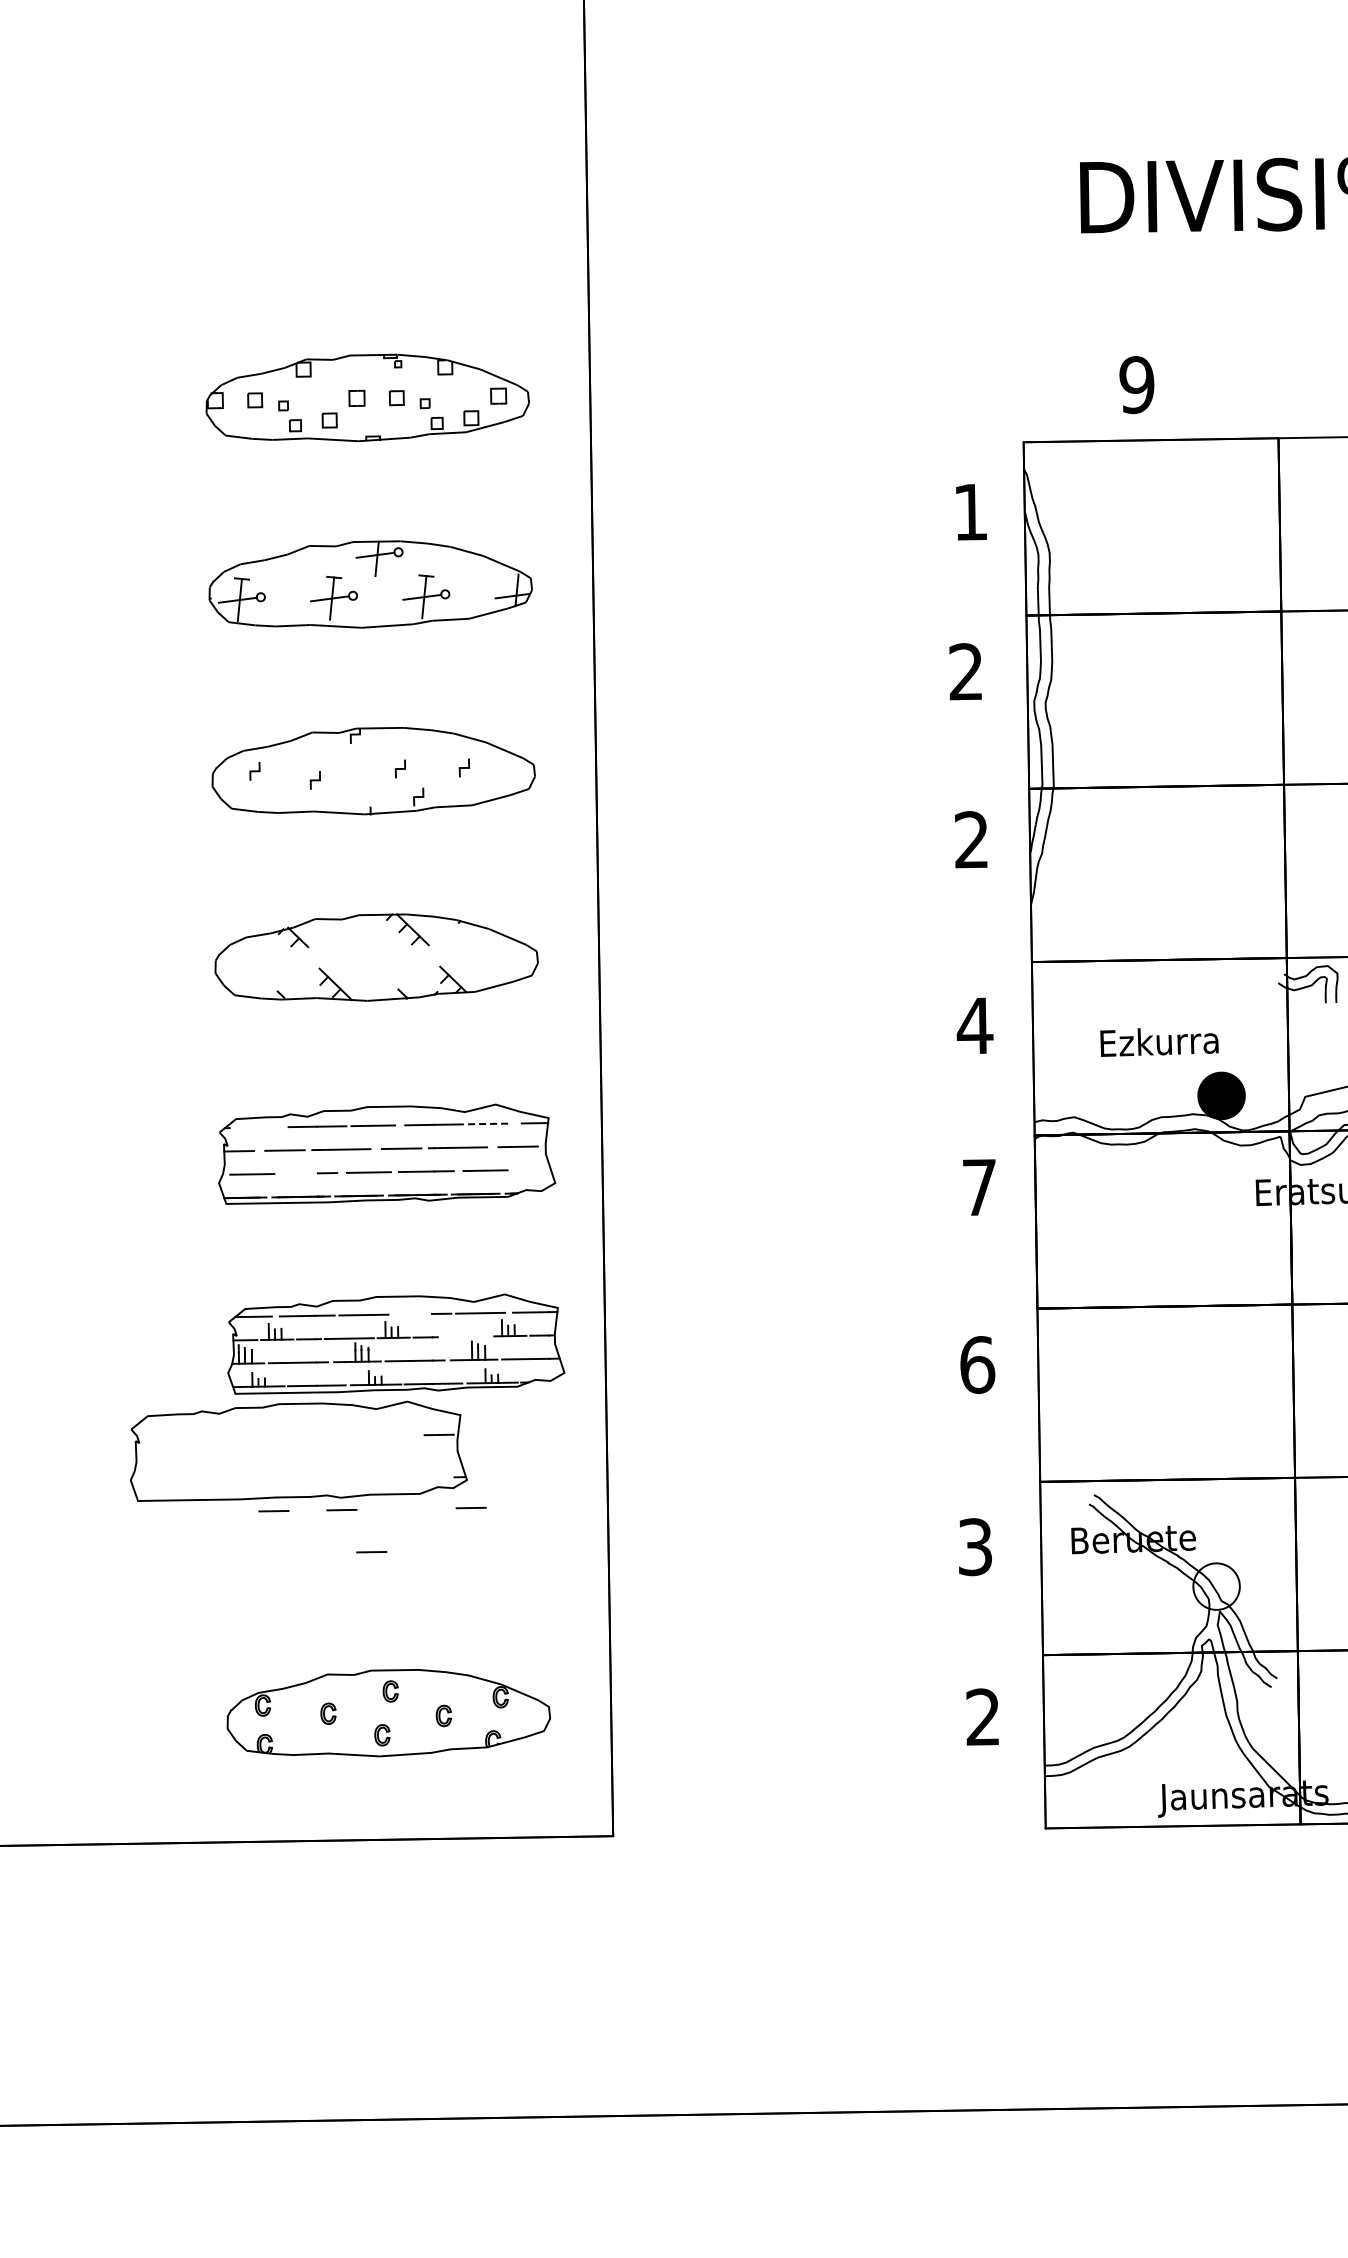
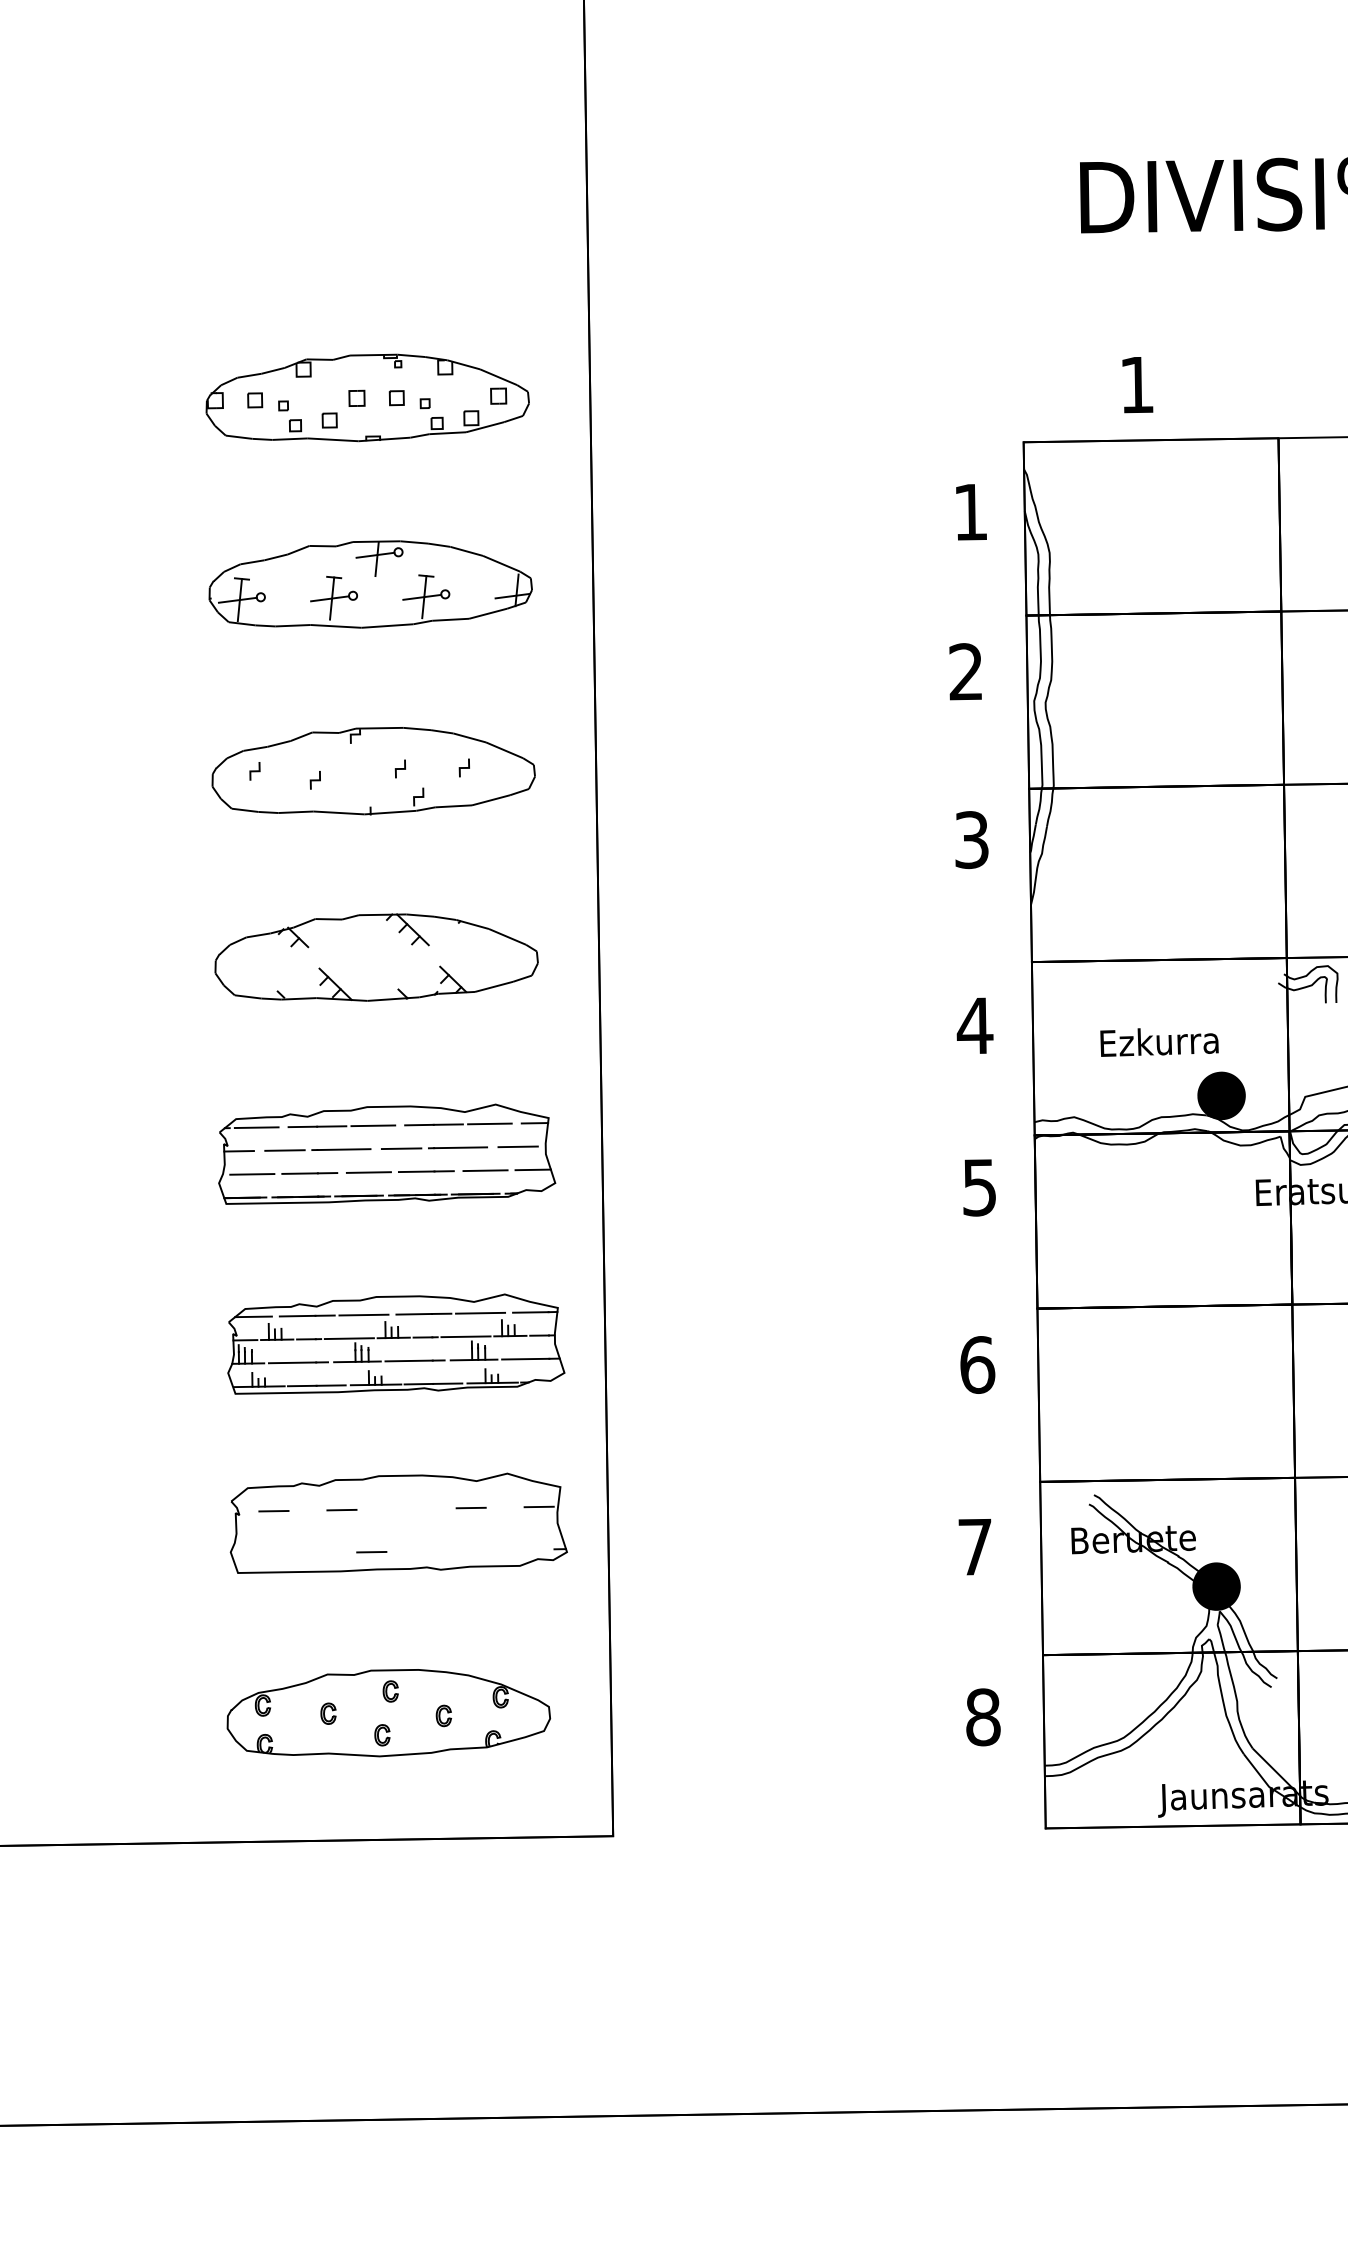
text at (1136, 385): 9 -> 1
text at (971, 840): 2 -> 3
line at (489, 1123): dashed -> solid
line at (256, 1127): none -> present
line at (532, 1169): none -> present
line at (299, 1173): none -> present
text at (979, 1187): 7 -> 5
line at (414, 1313): none -> present
line at (465, 1336): none -> present
part at (298, 1450) position: (298, 1450) -> (398, 1522)
text at (974, 1547): 3 -> 7
fill at (1216, 1586): none -> present
text at (983, 1717): 2 -> 8
